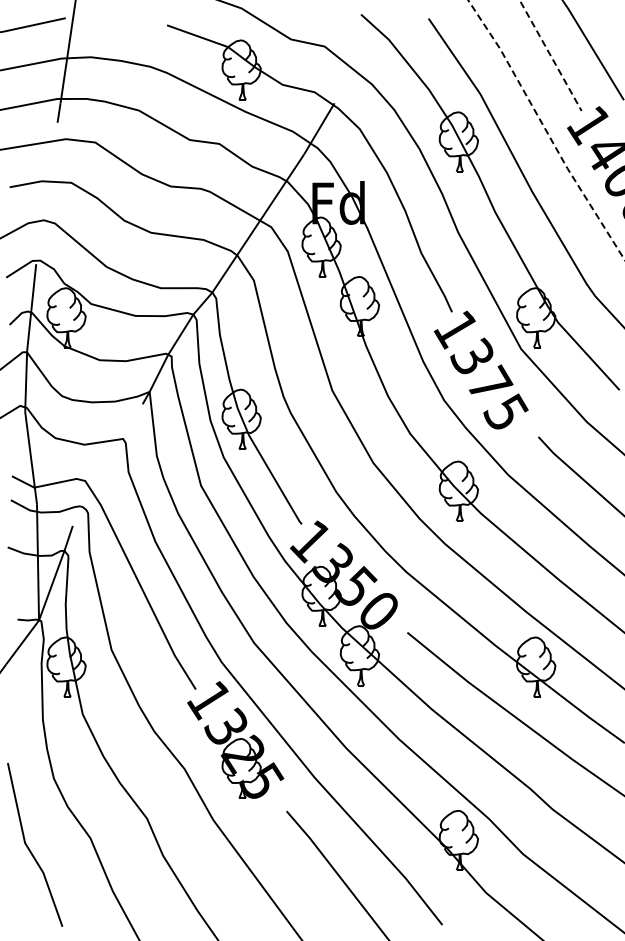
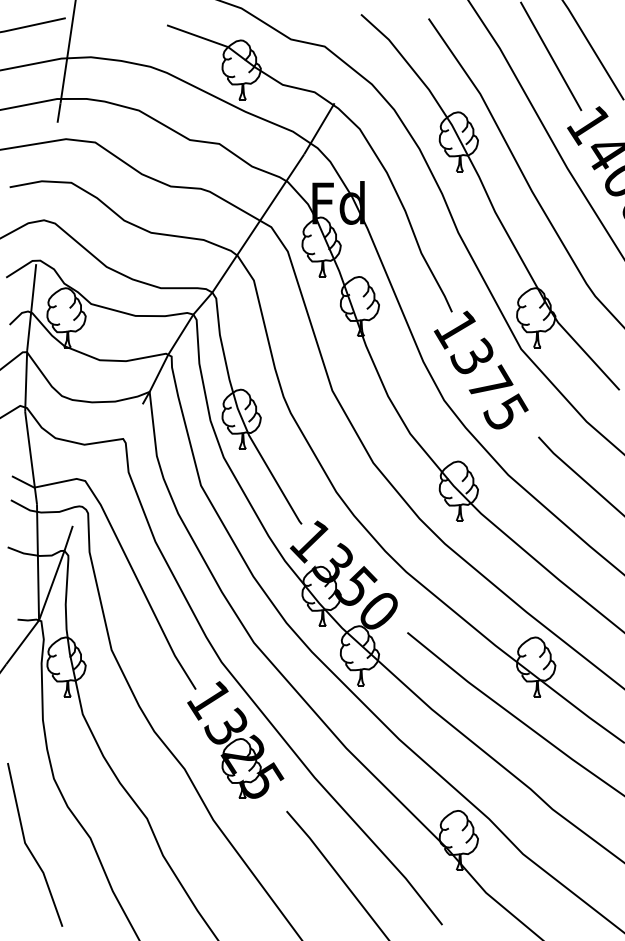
line at (551, 56): dashed -> solid
line at (545, 130): dashed -> solid
